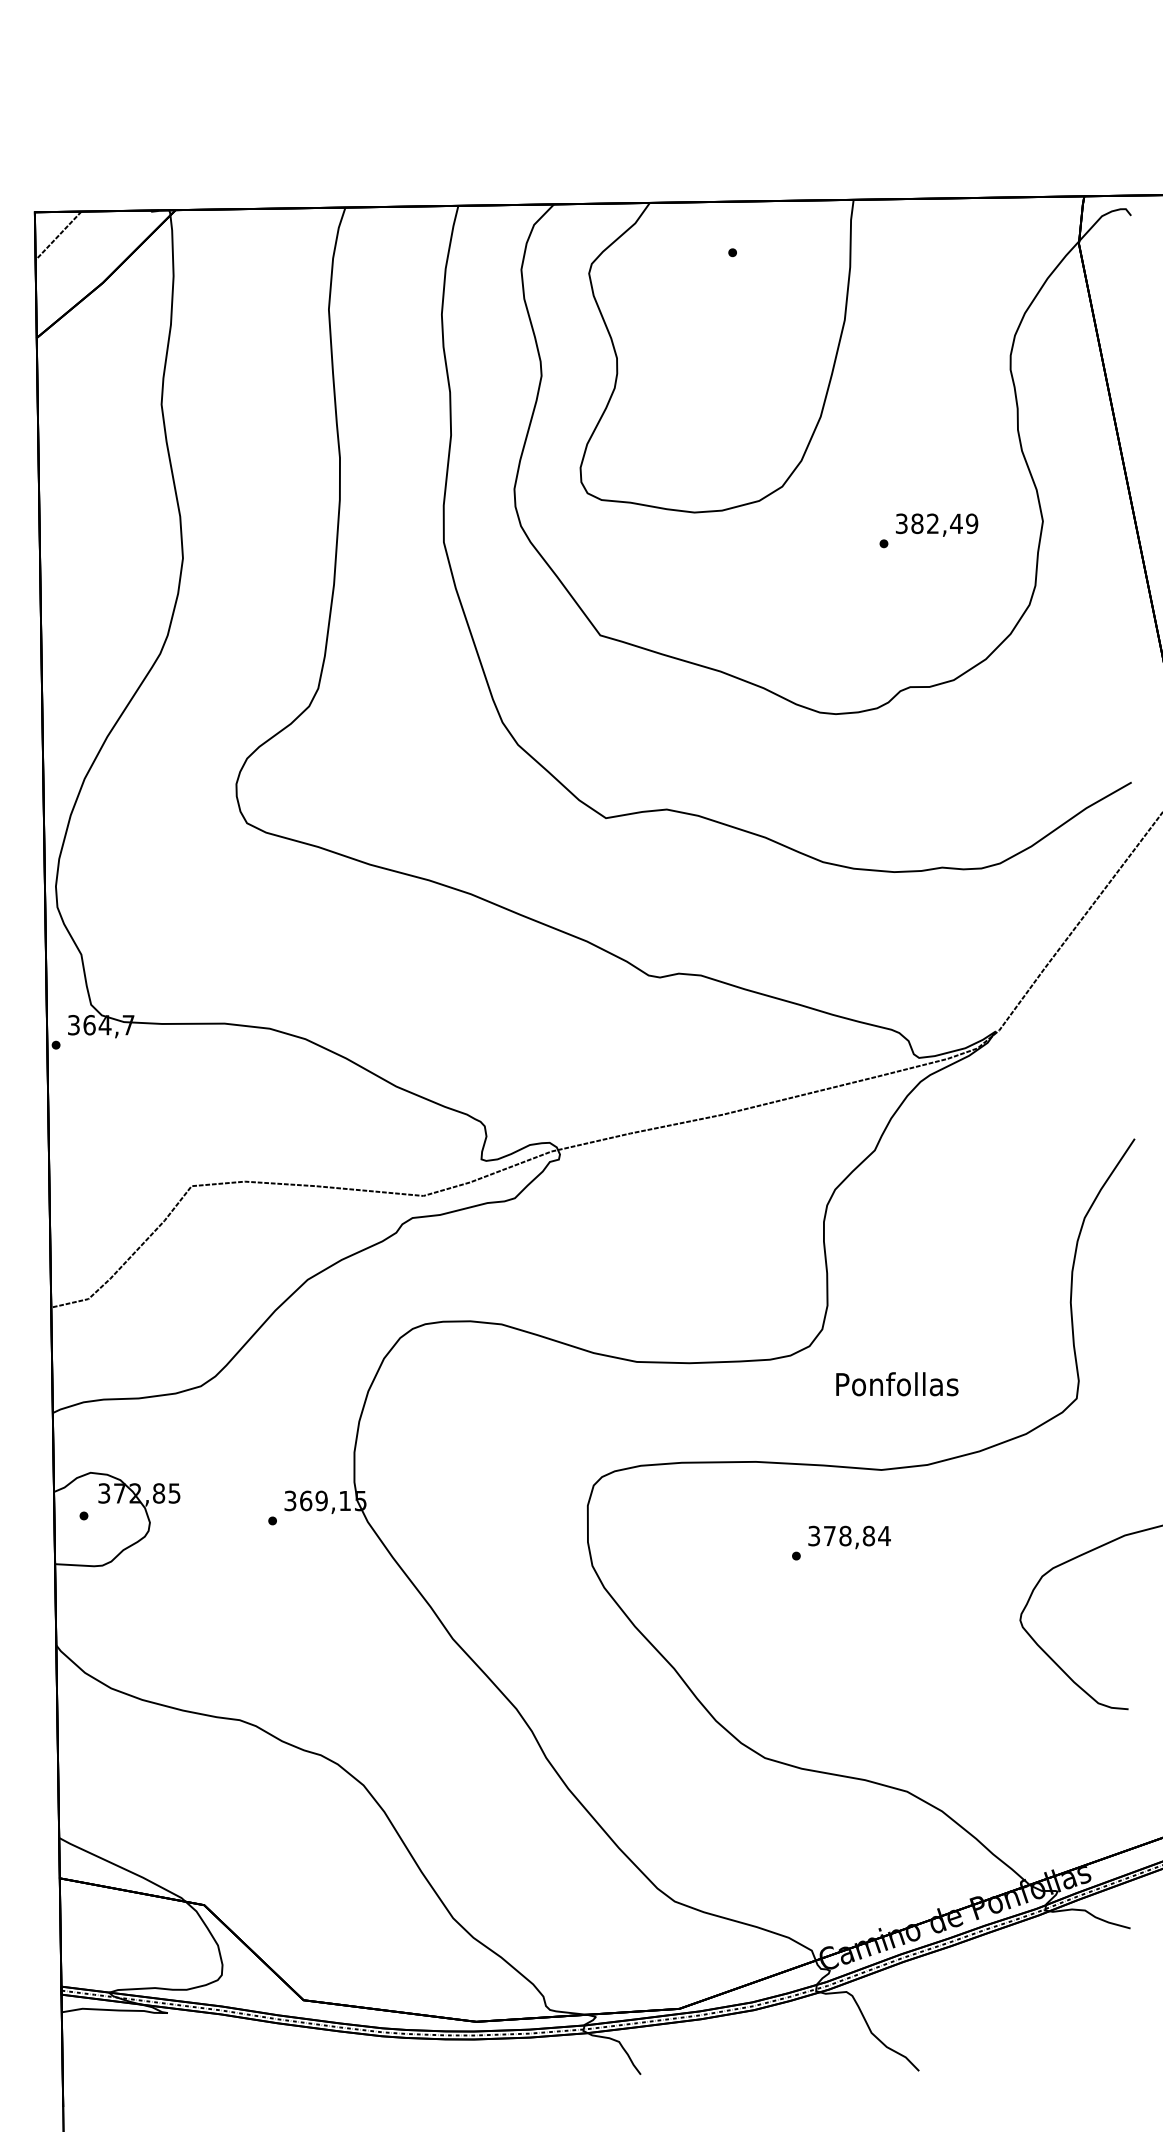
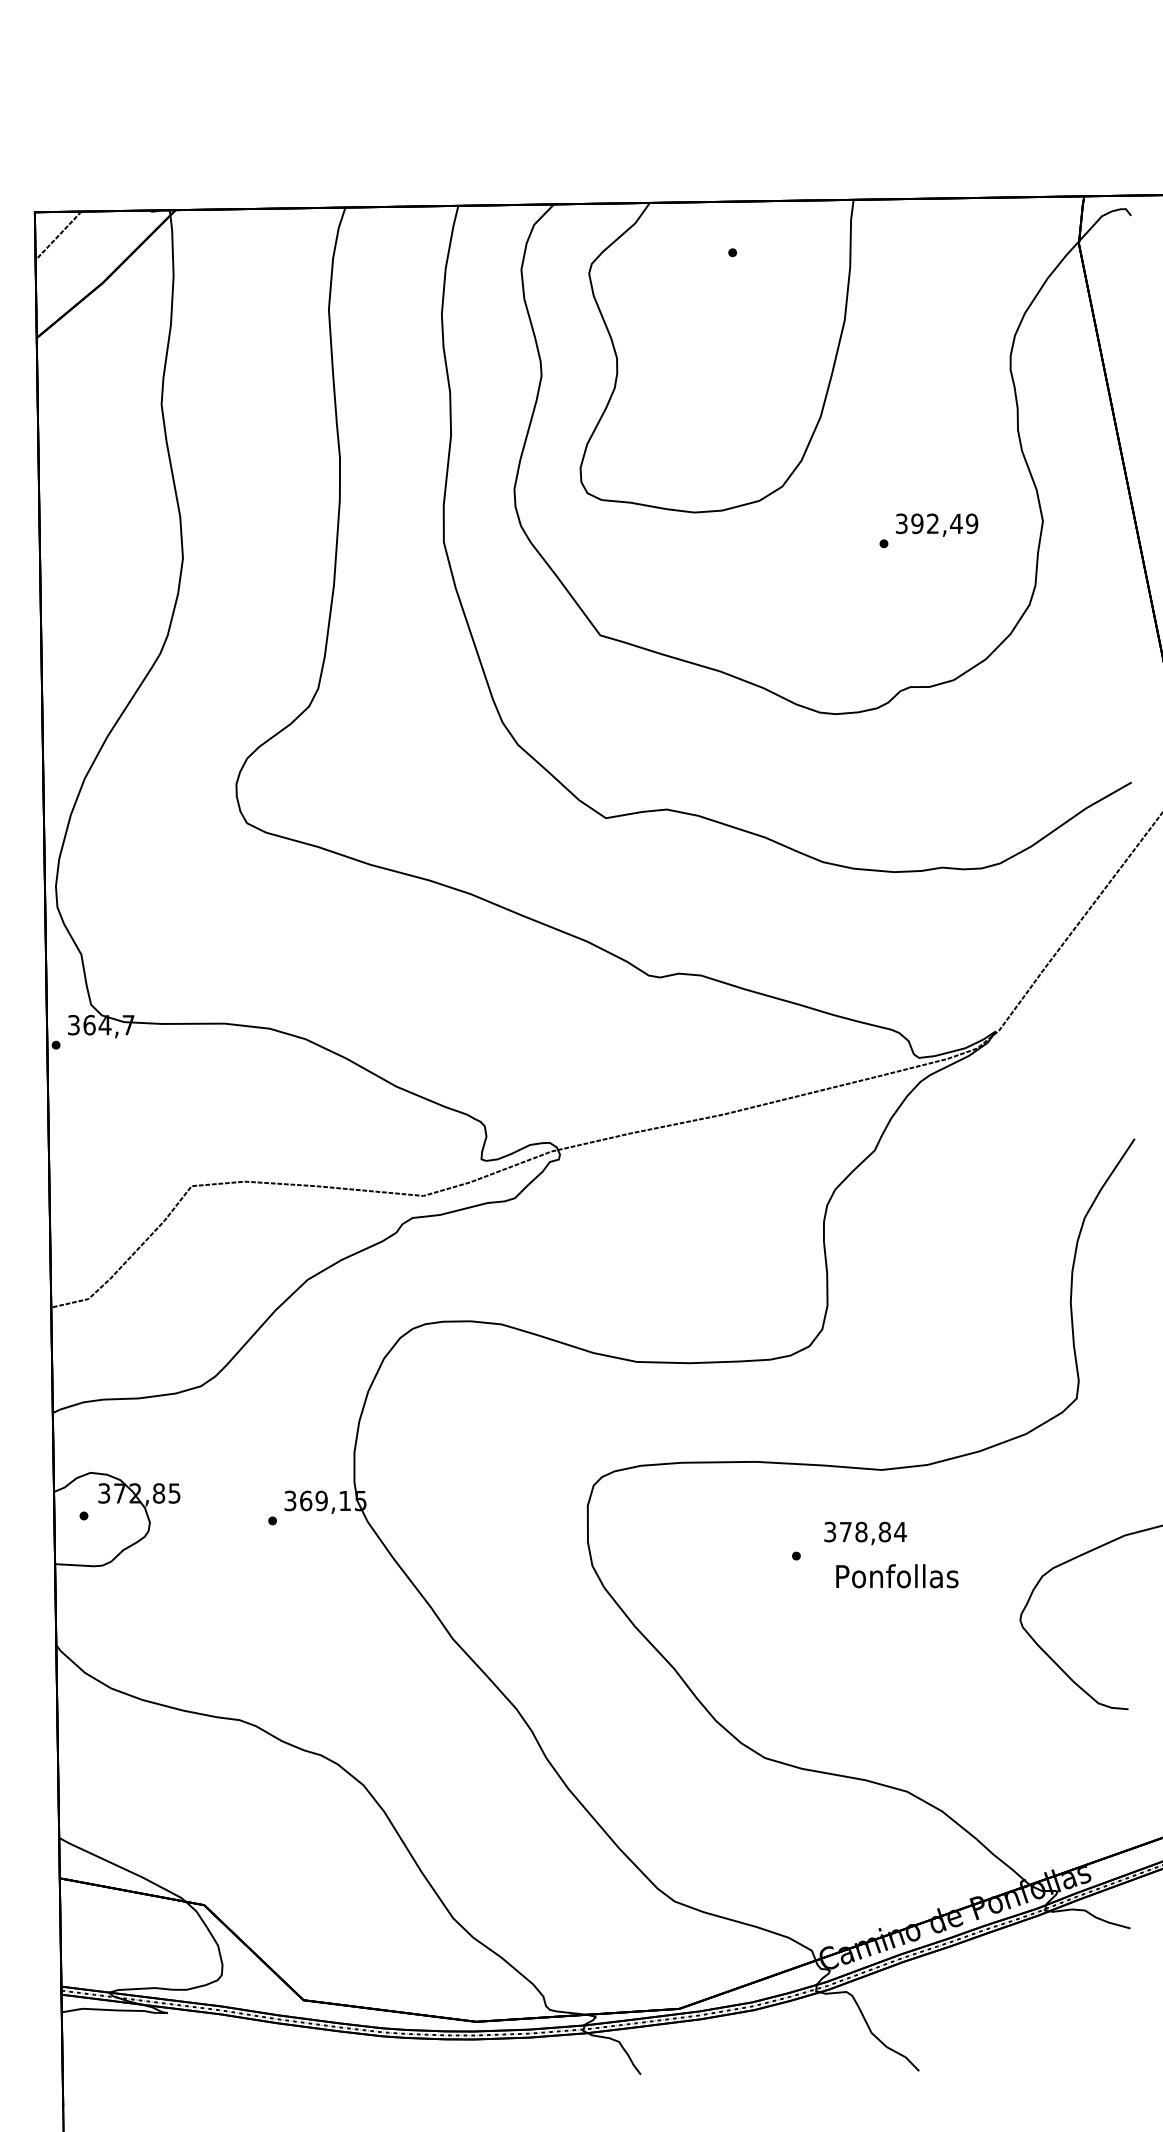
text at (917, 523): 382,49 -> 392,49
text at (897, 1384) position: (897, 1384) -> (897, 1576)
text at (849, 1537) position: (849, 1537) -> (865, 1533)
